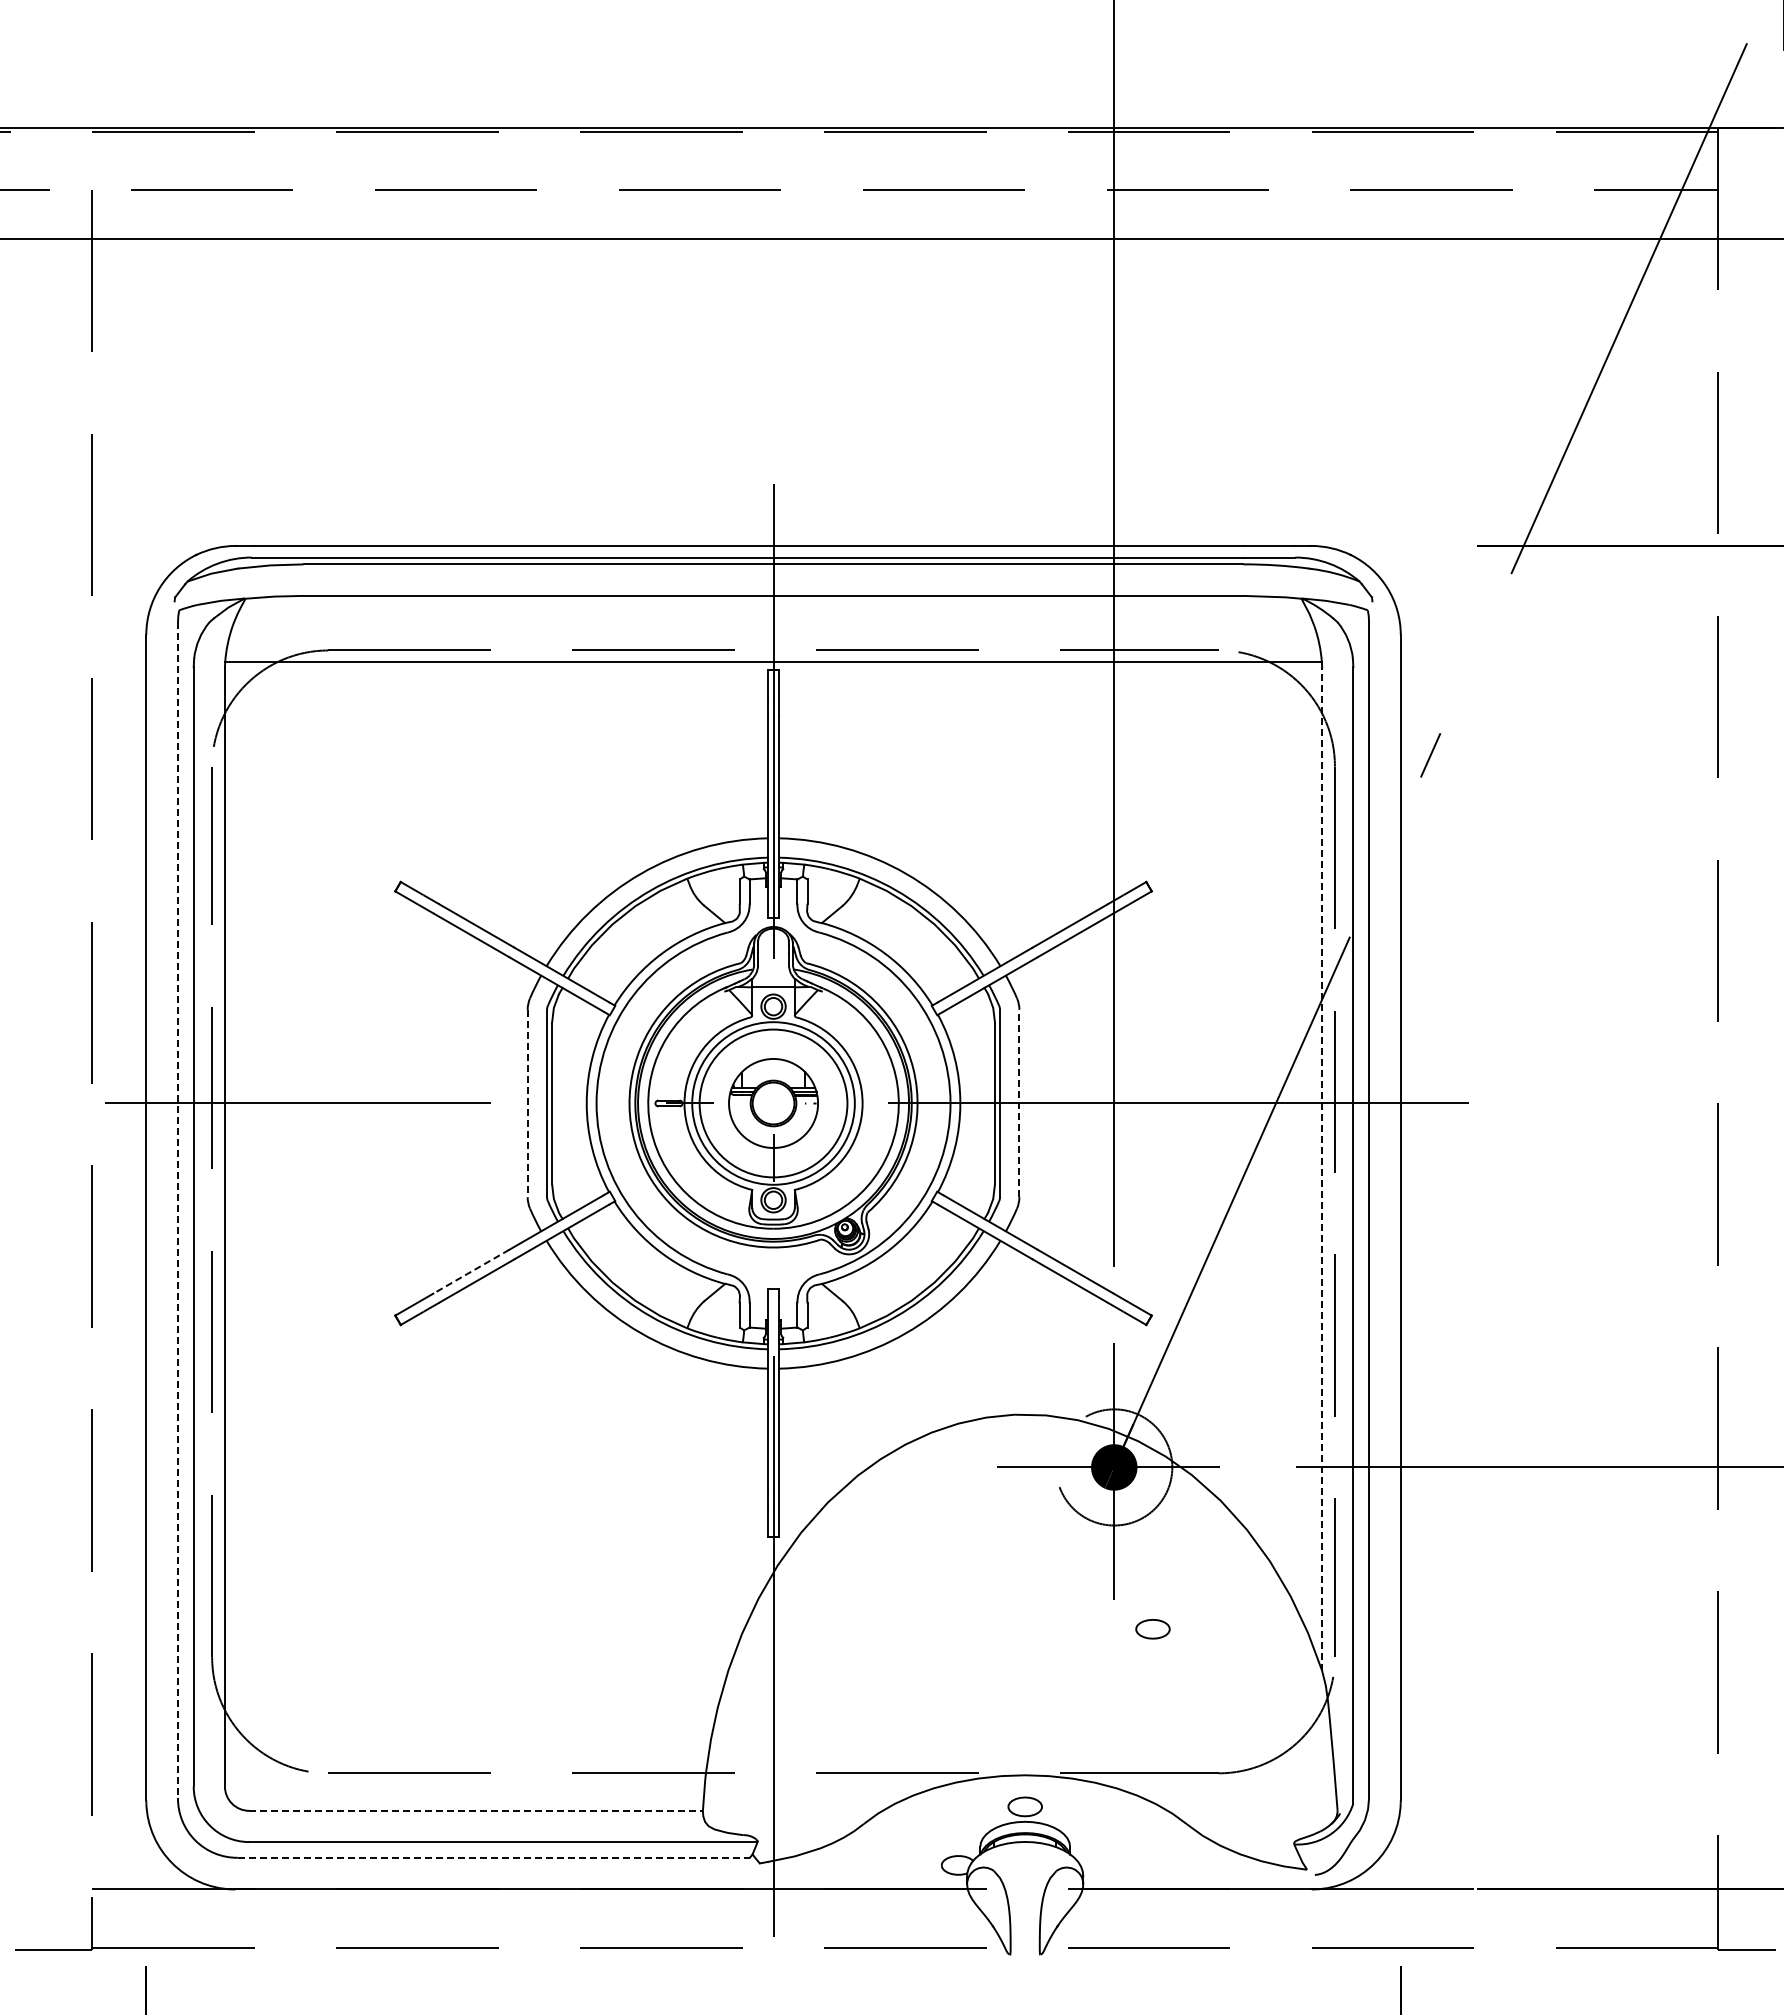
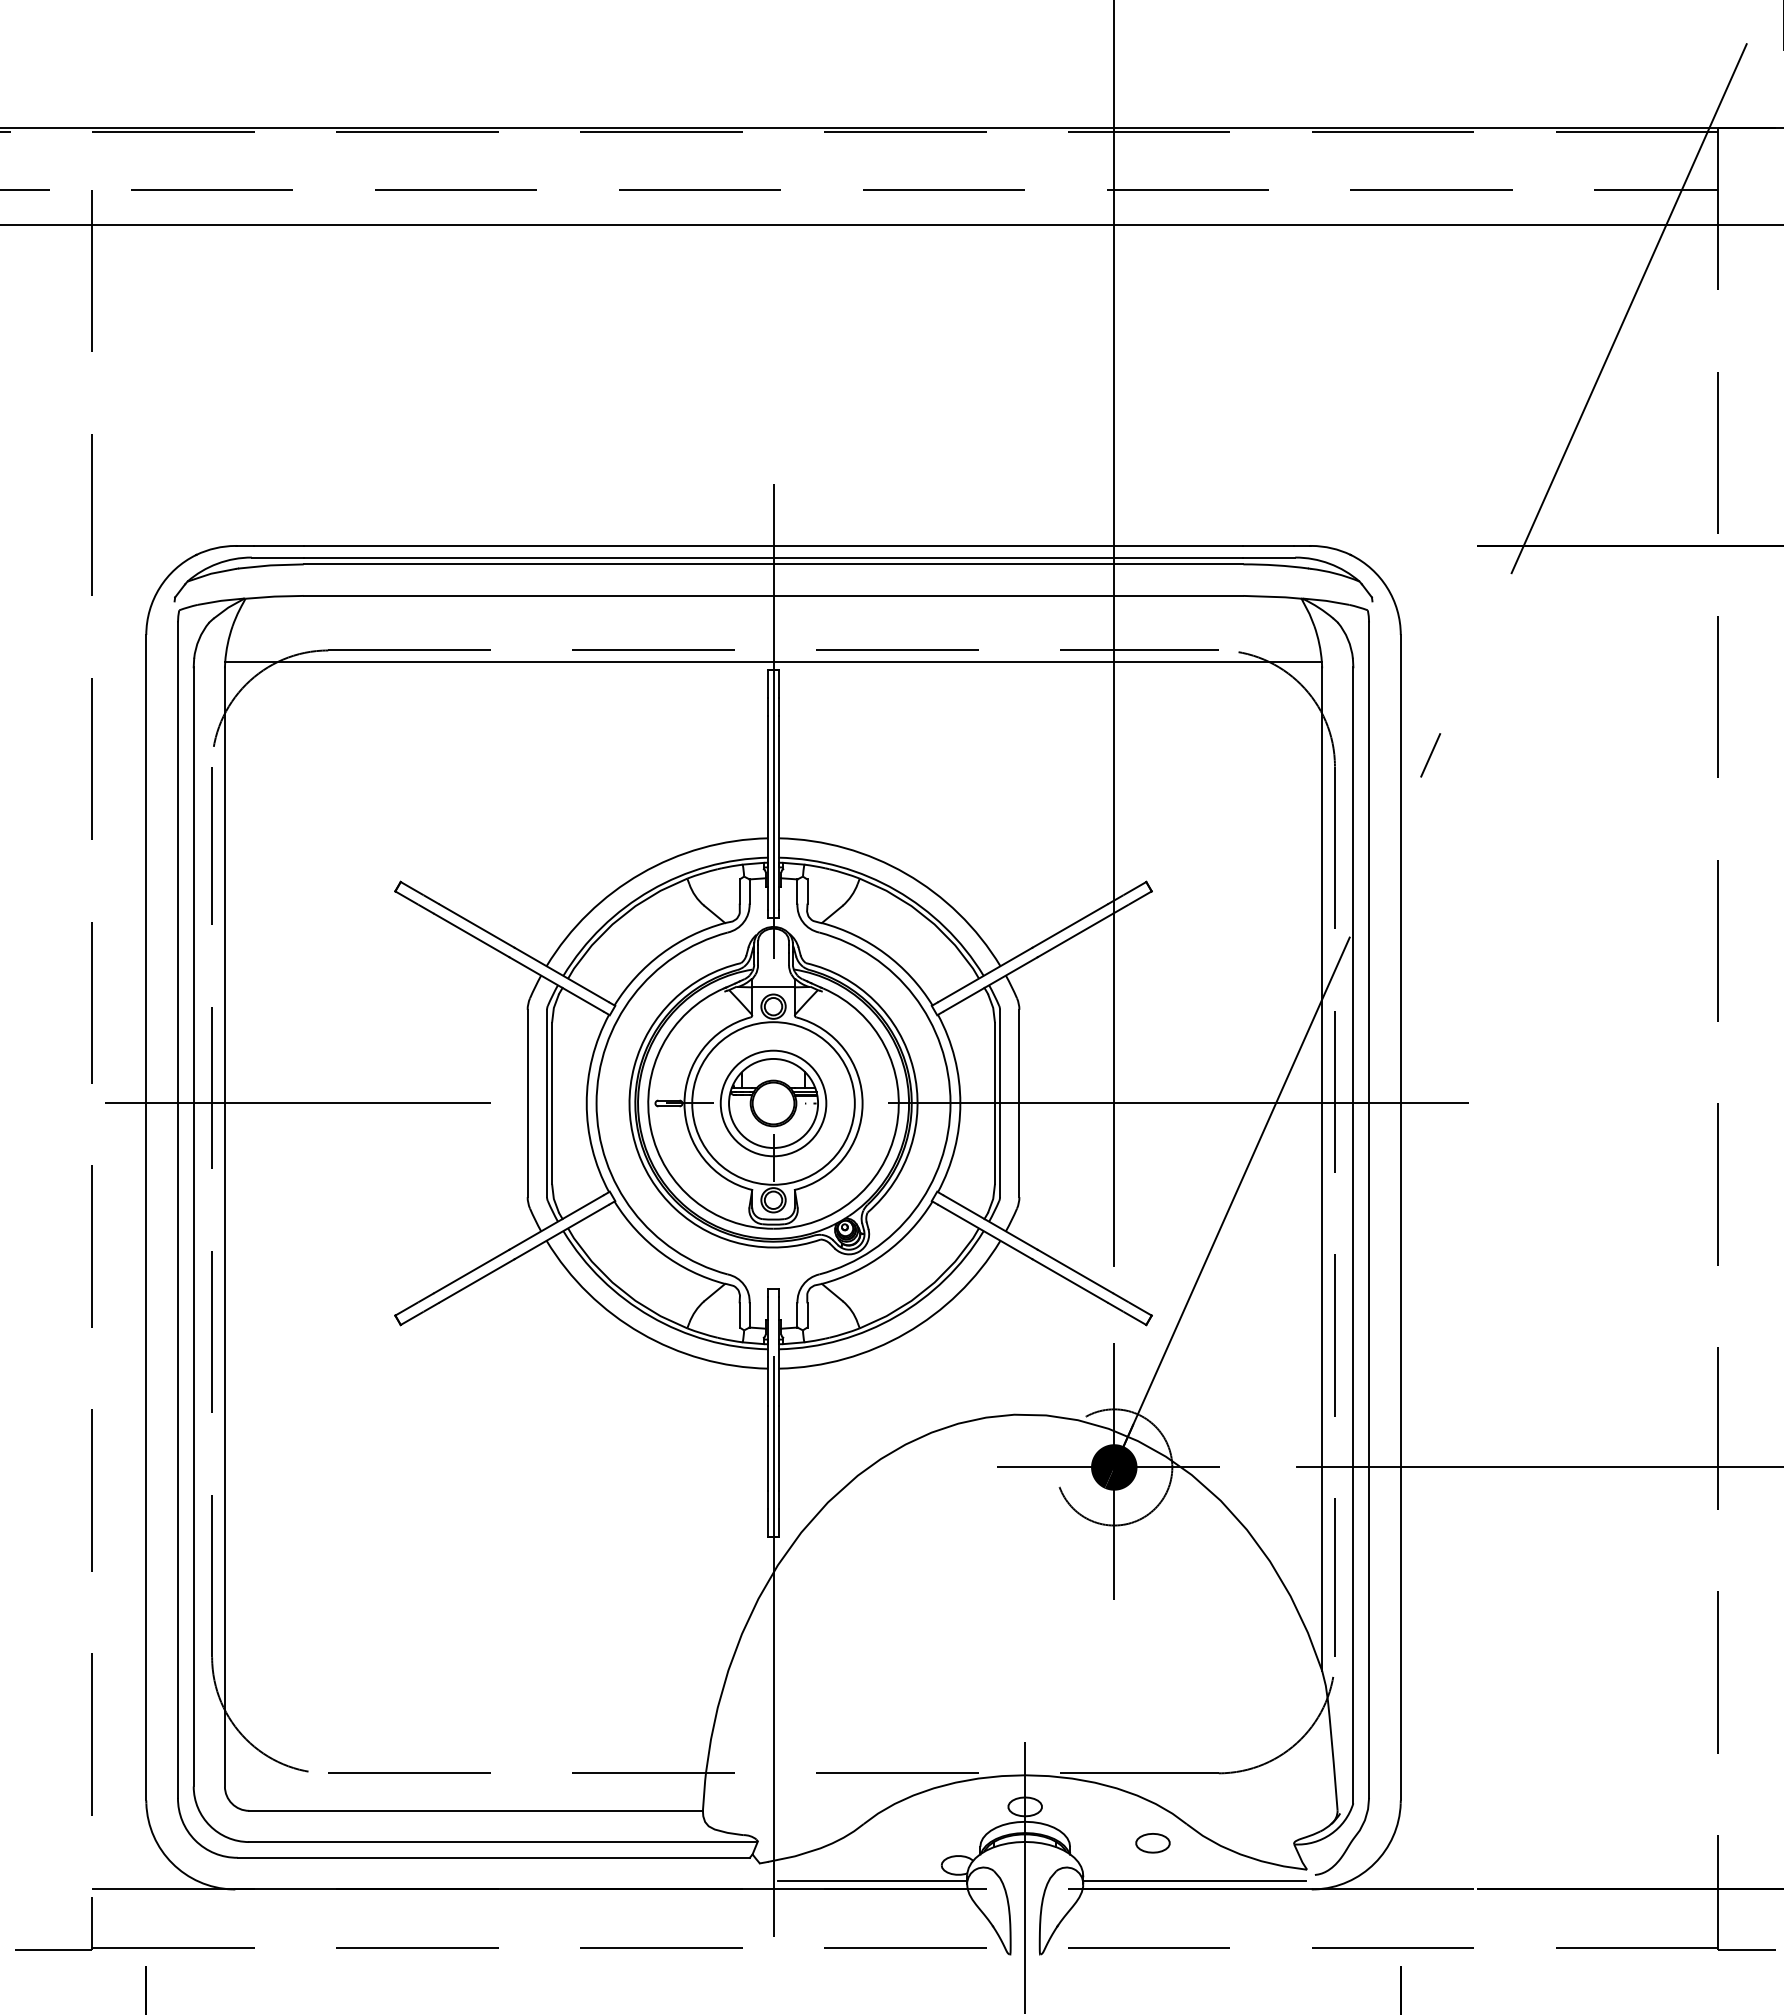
line at (891, 238) position: (891, 238) -> (891, 224)
line at (527, 1103): dashed -> solid
circle at (773, 1103) diameter: 148 px -> 106 px
line at (1019, 1103): dashed -> solid
line at (1322, 1169): dashed -> solid
line at (177, 1210): dashed -> solid
line at (471, 1271): dashed -> solid
part at (1152, 1629) position: (1152, 1629) -> (1152, 1843)
line at (476, 1810): dashed -> solid
line at (494, 1857): dashed -> solid
line at (1025, 1876): none -> present
line at (872, 1880): none -> present
line at (1194, 1880): none -> present
